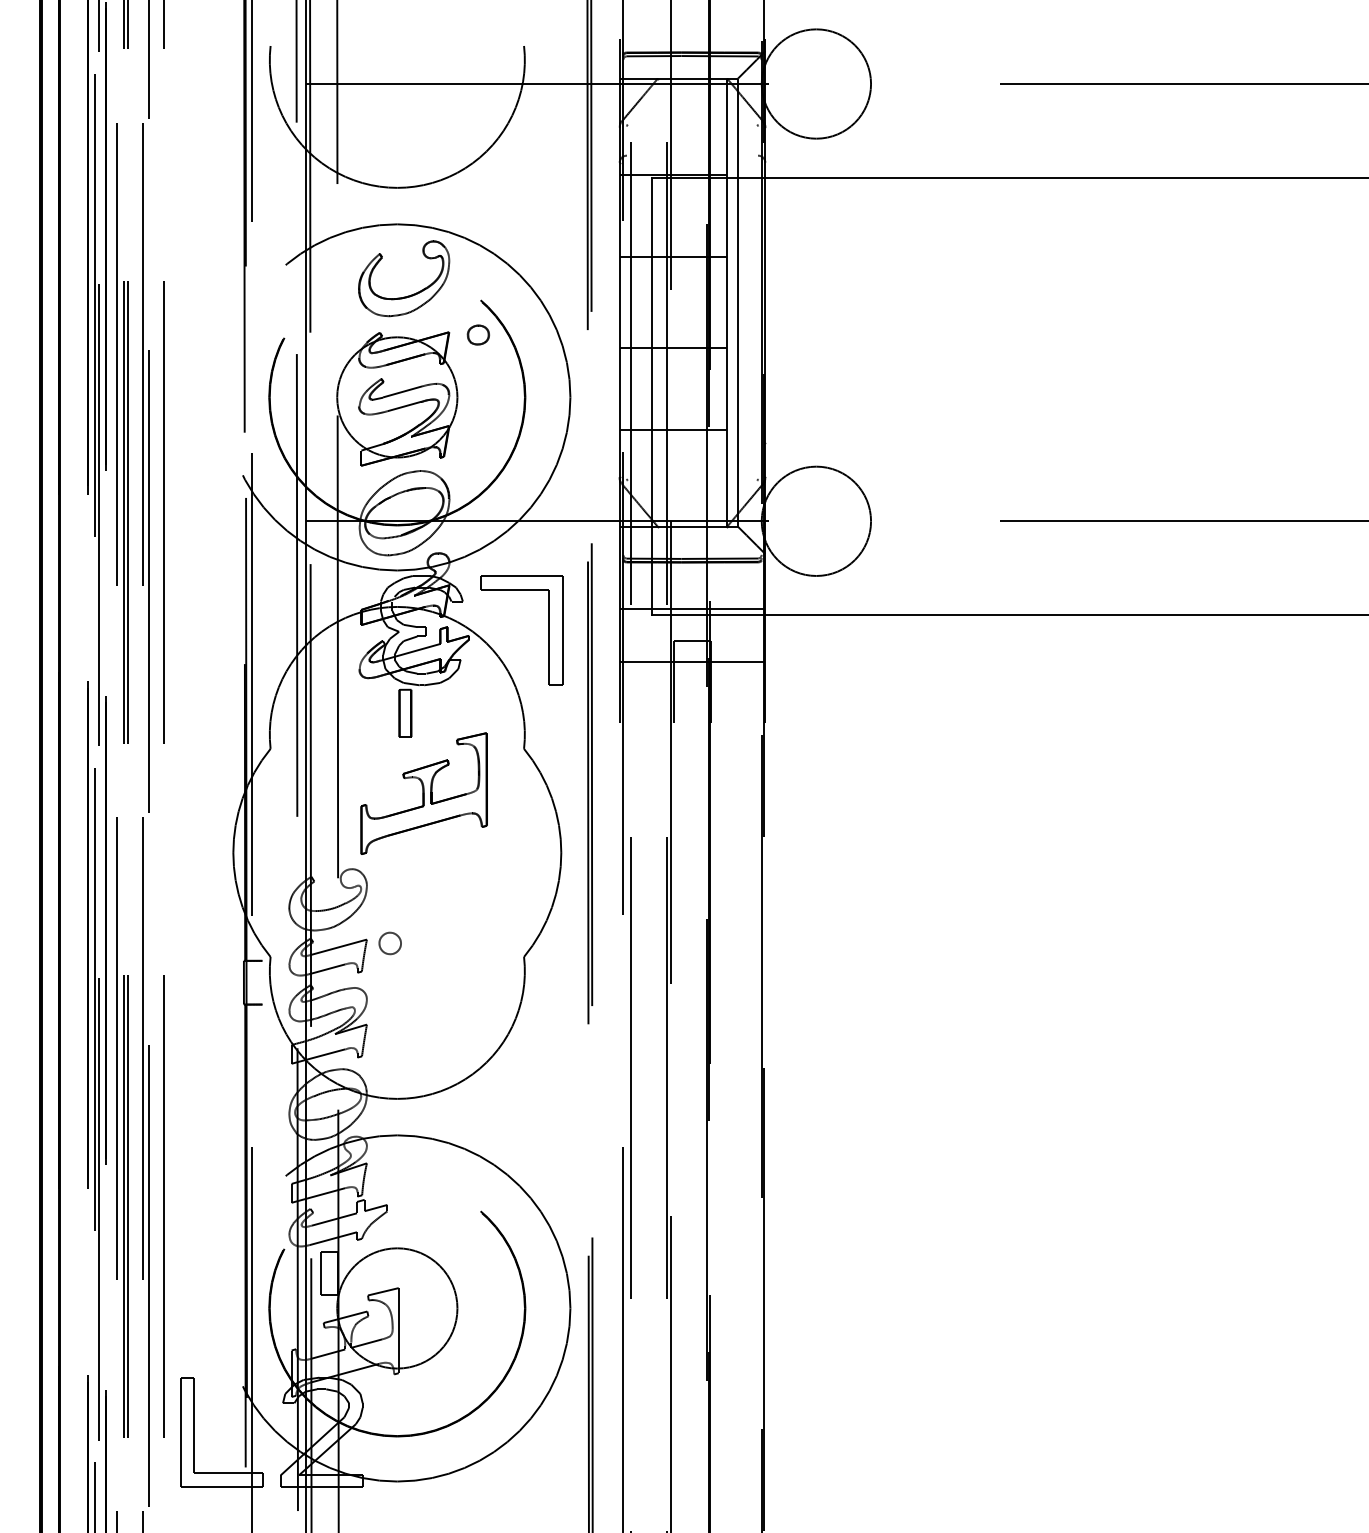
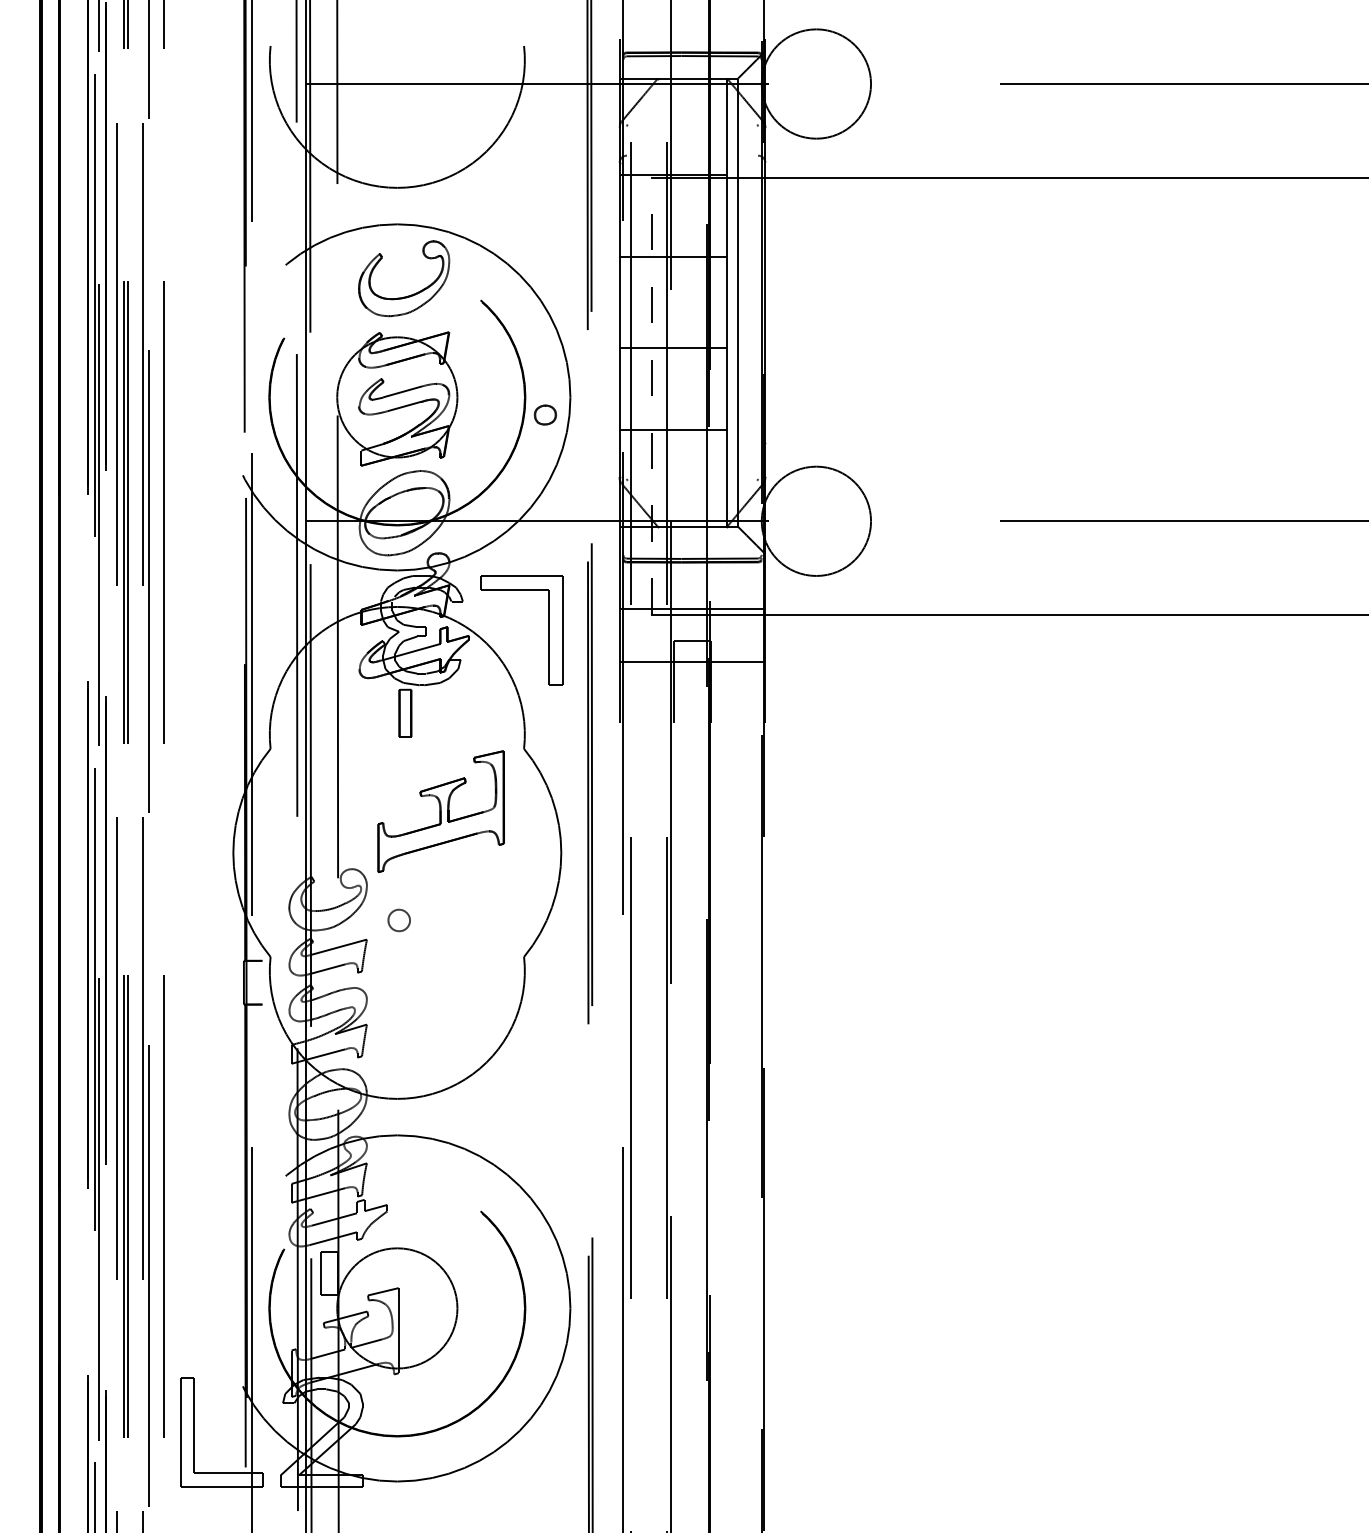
part at (477, 334) position: (477, 334) -> (544, 414)
line at (652, 396): solid -> dashed
part at (423, 793) position: (423, 793) -> (440, 811)
part at (389, 943) position: (389, 943) -> (398, 920)
